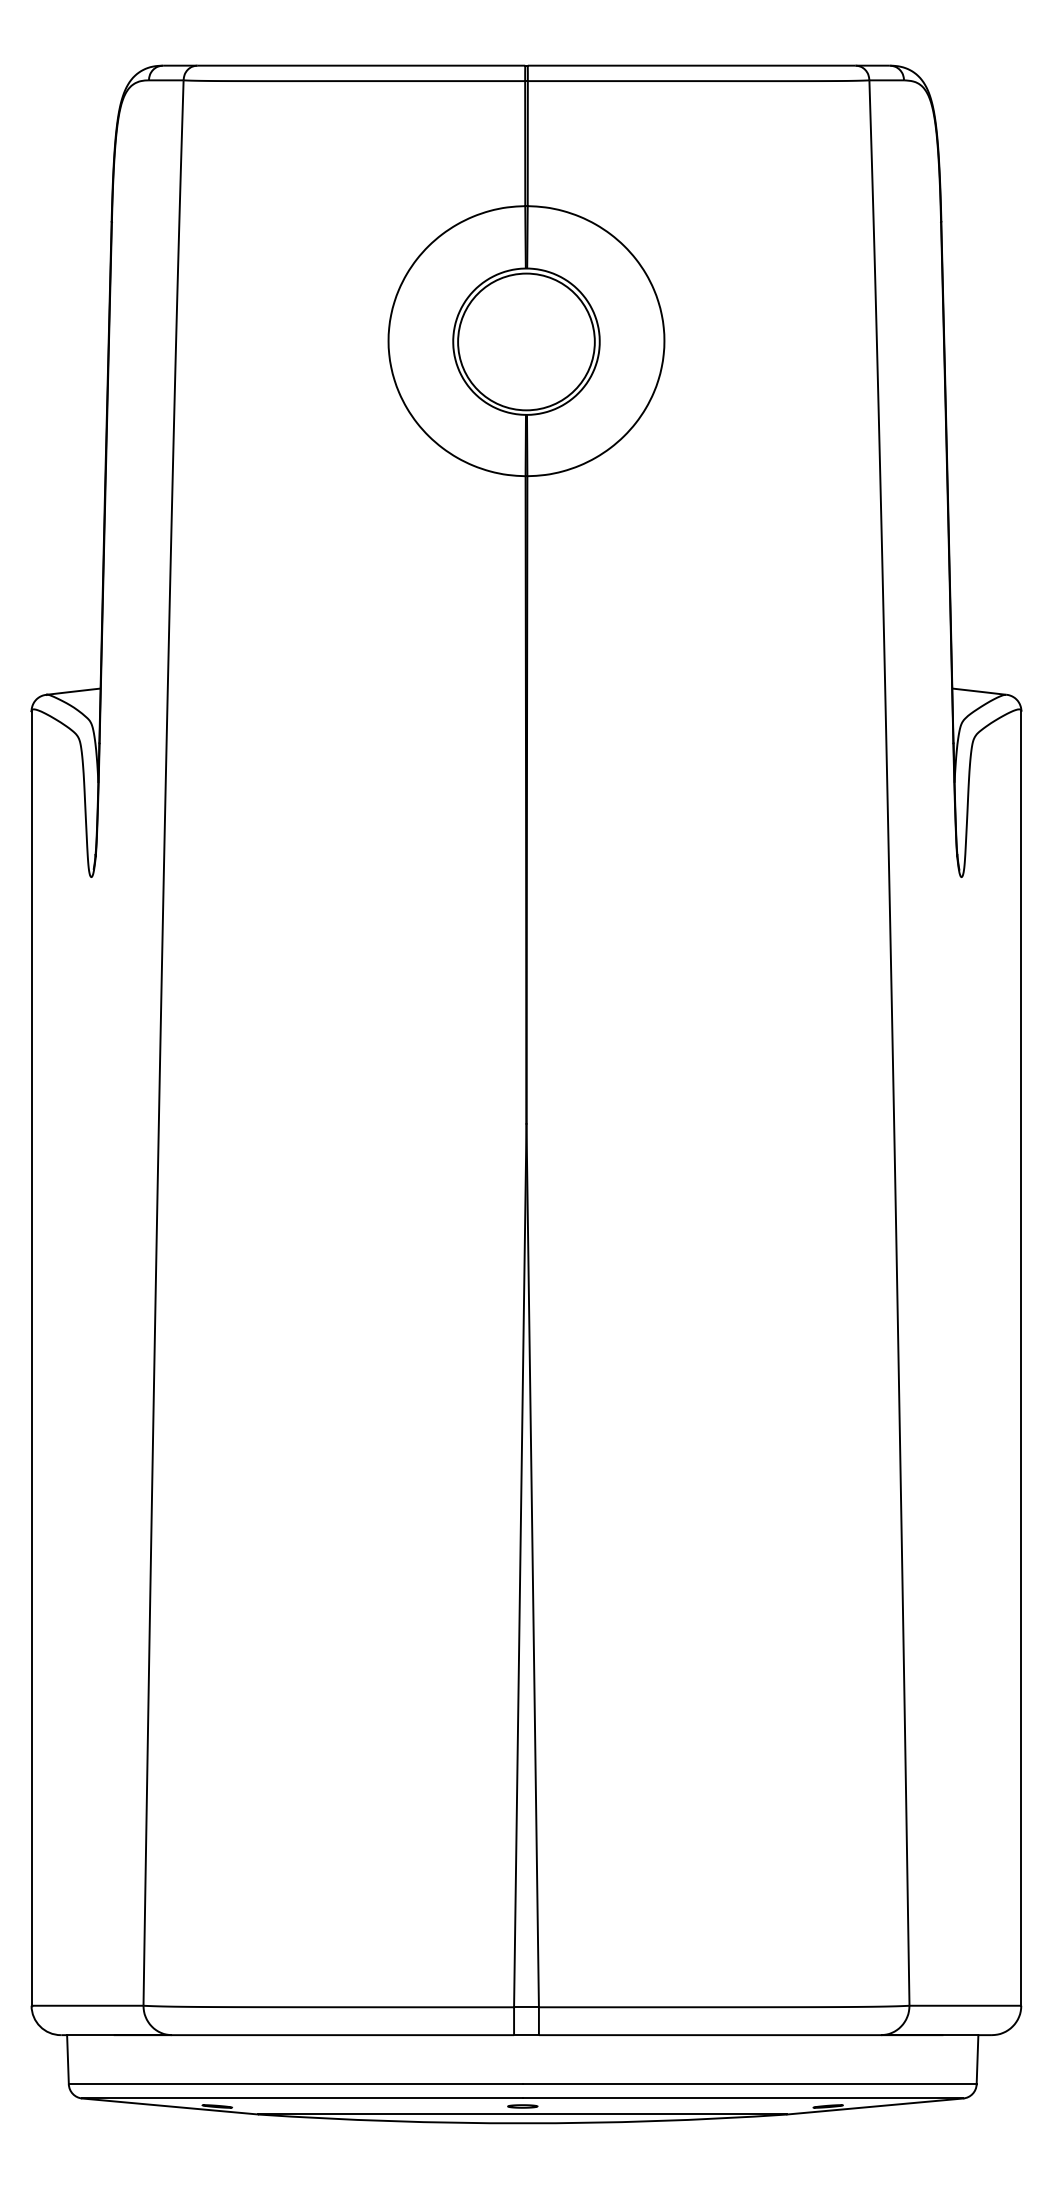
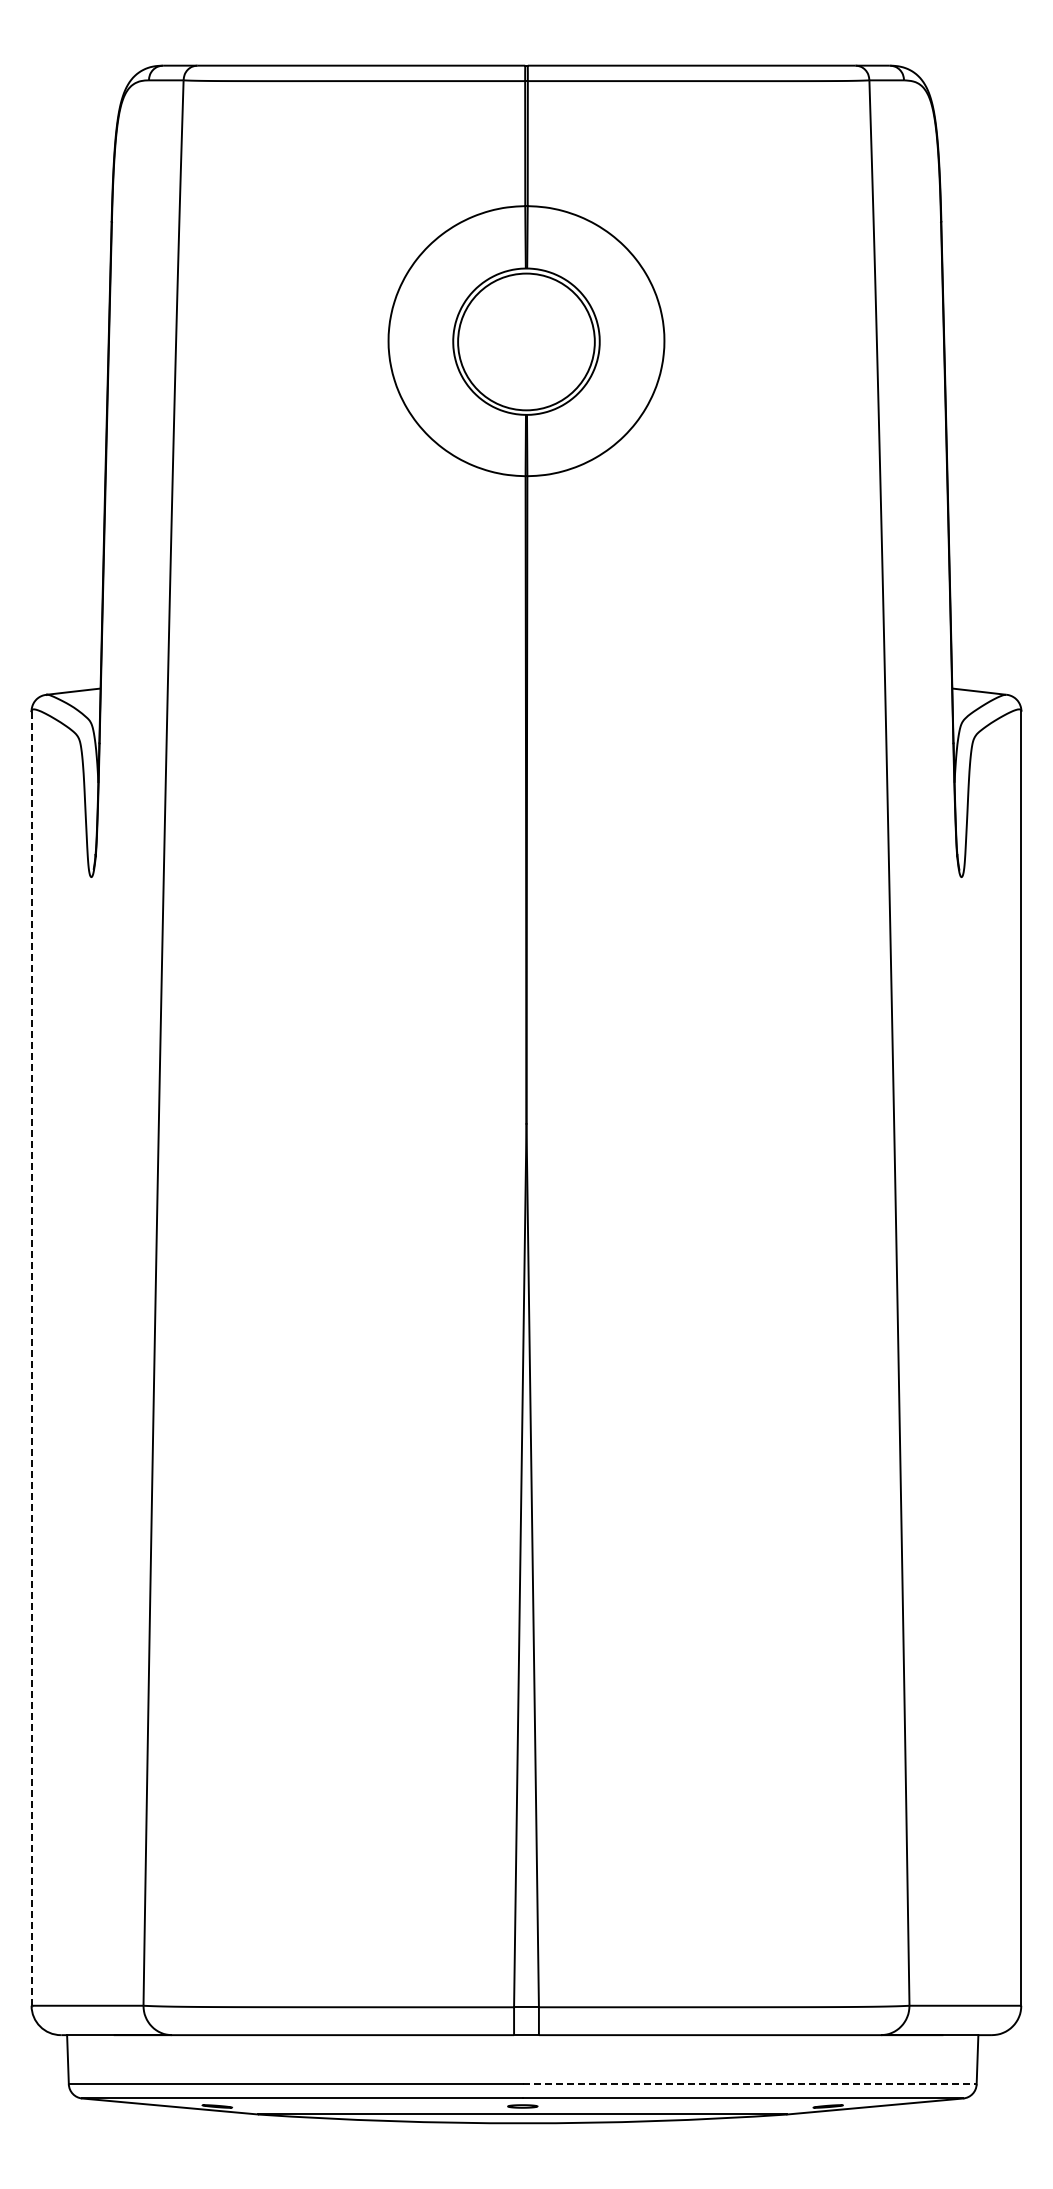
line at (31, 1359): solid -> dashed
line at (749, 2084): solid -> dashed
